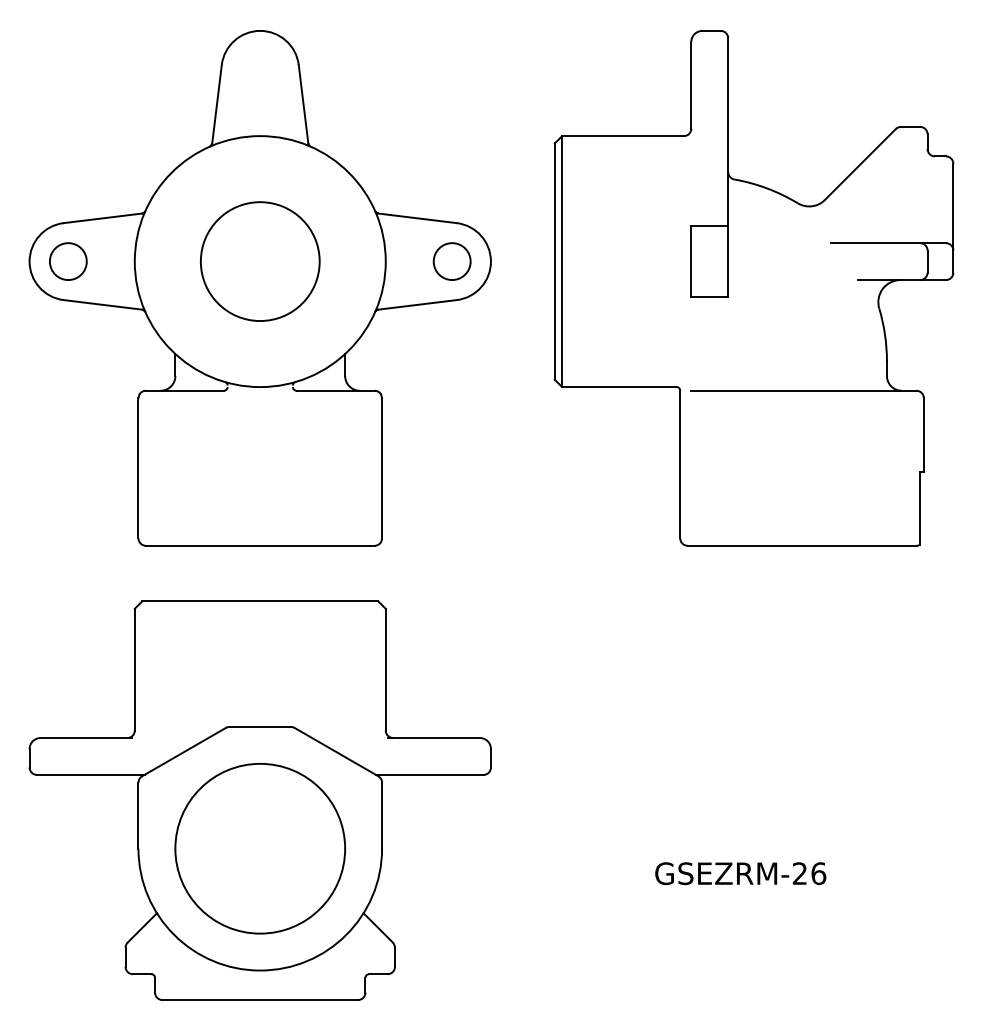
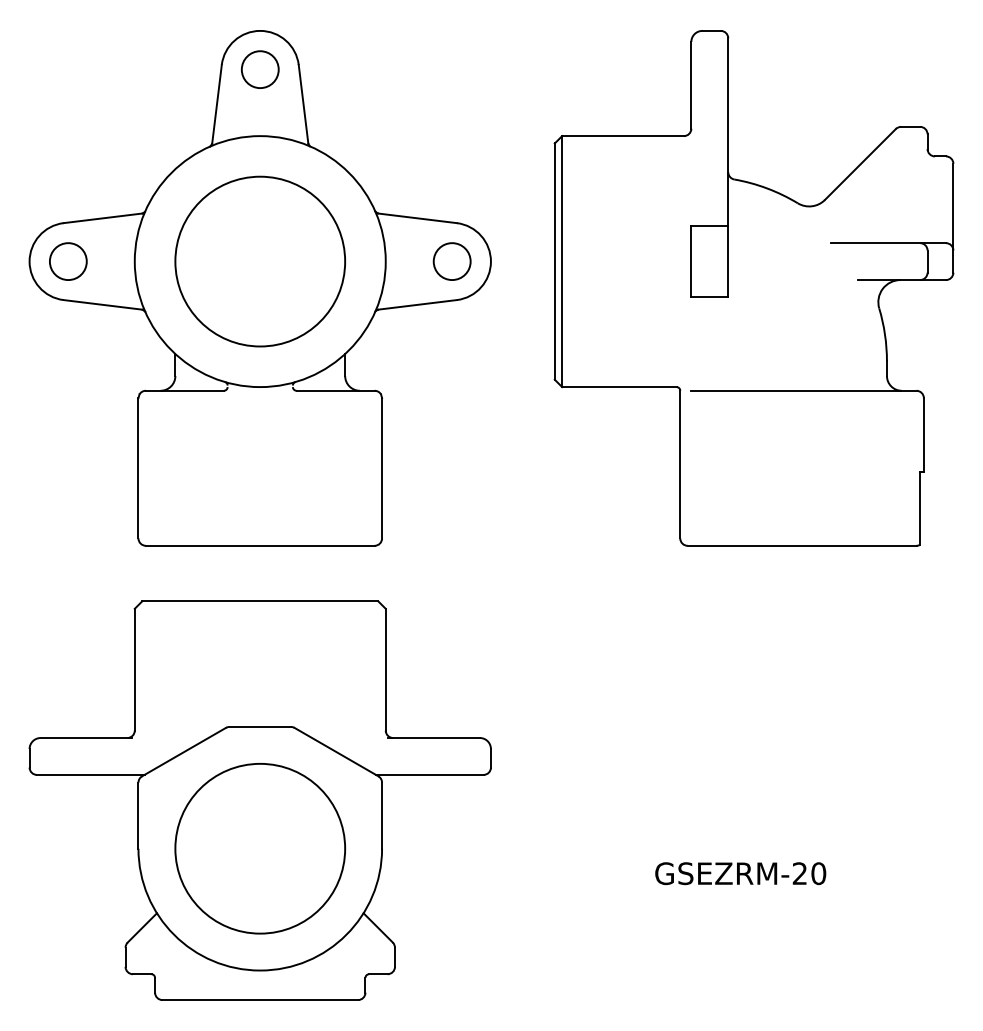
circle at (259, 69): none -> present
circle at (259, 261) diameter: 119 px -> 170 px
text at (818, 873): GSEZRM-26 -> GSEZRM-20
